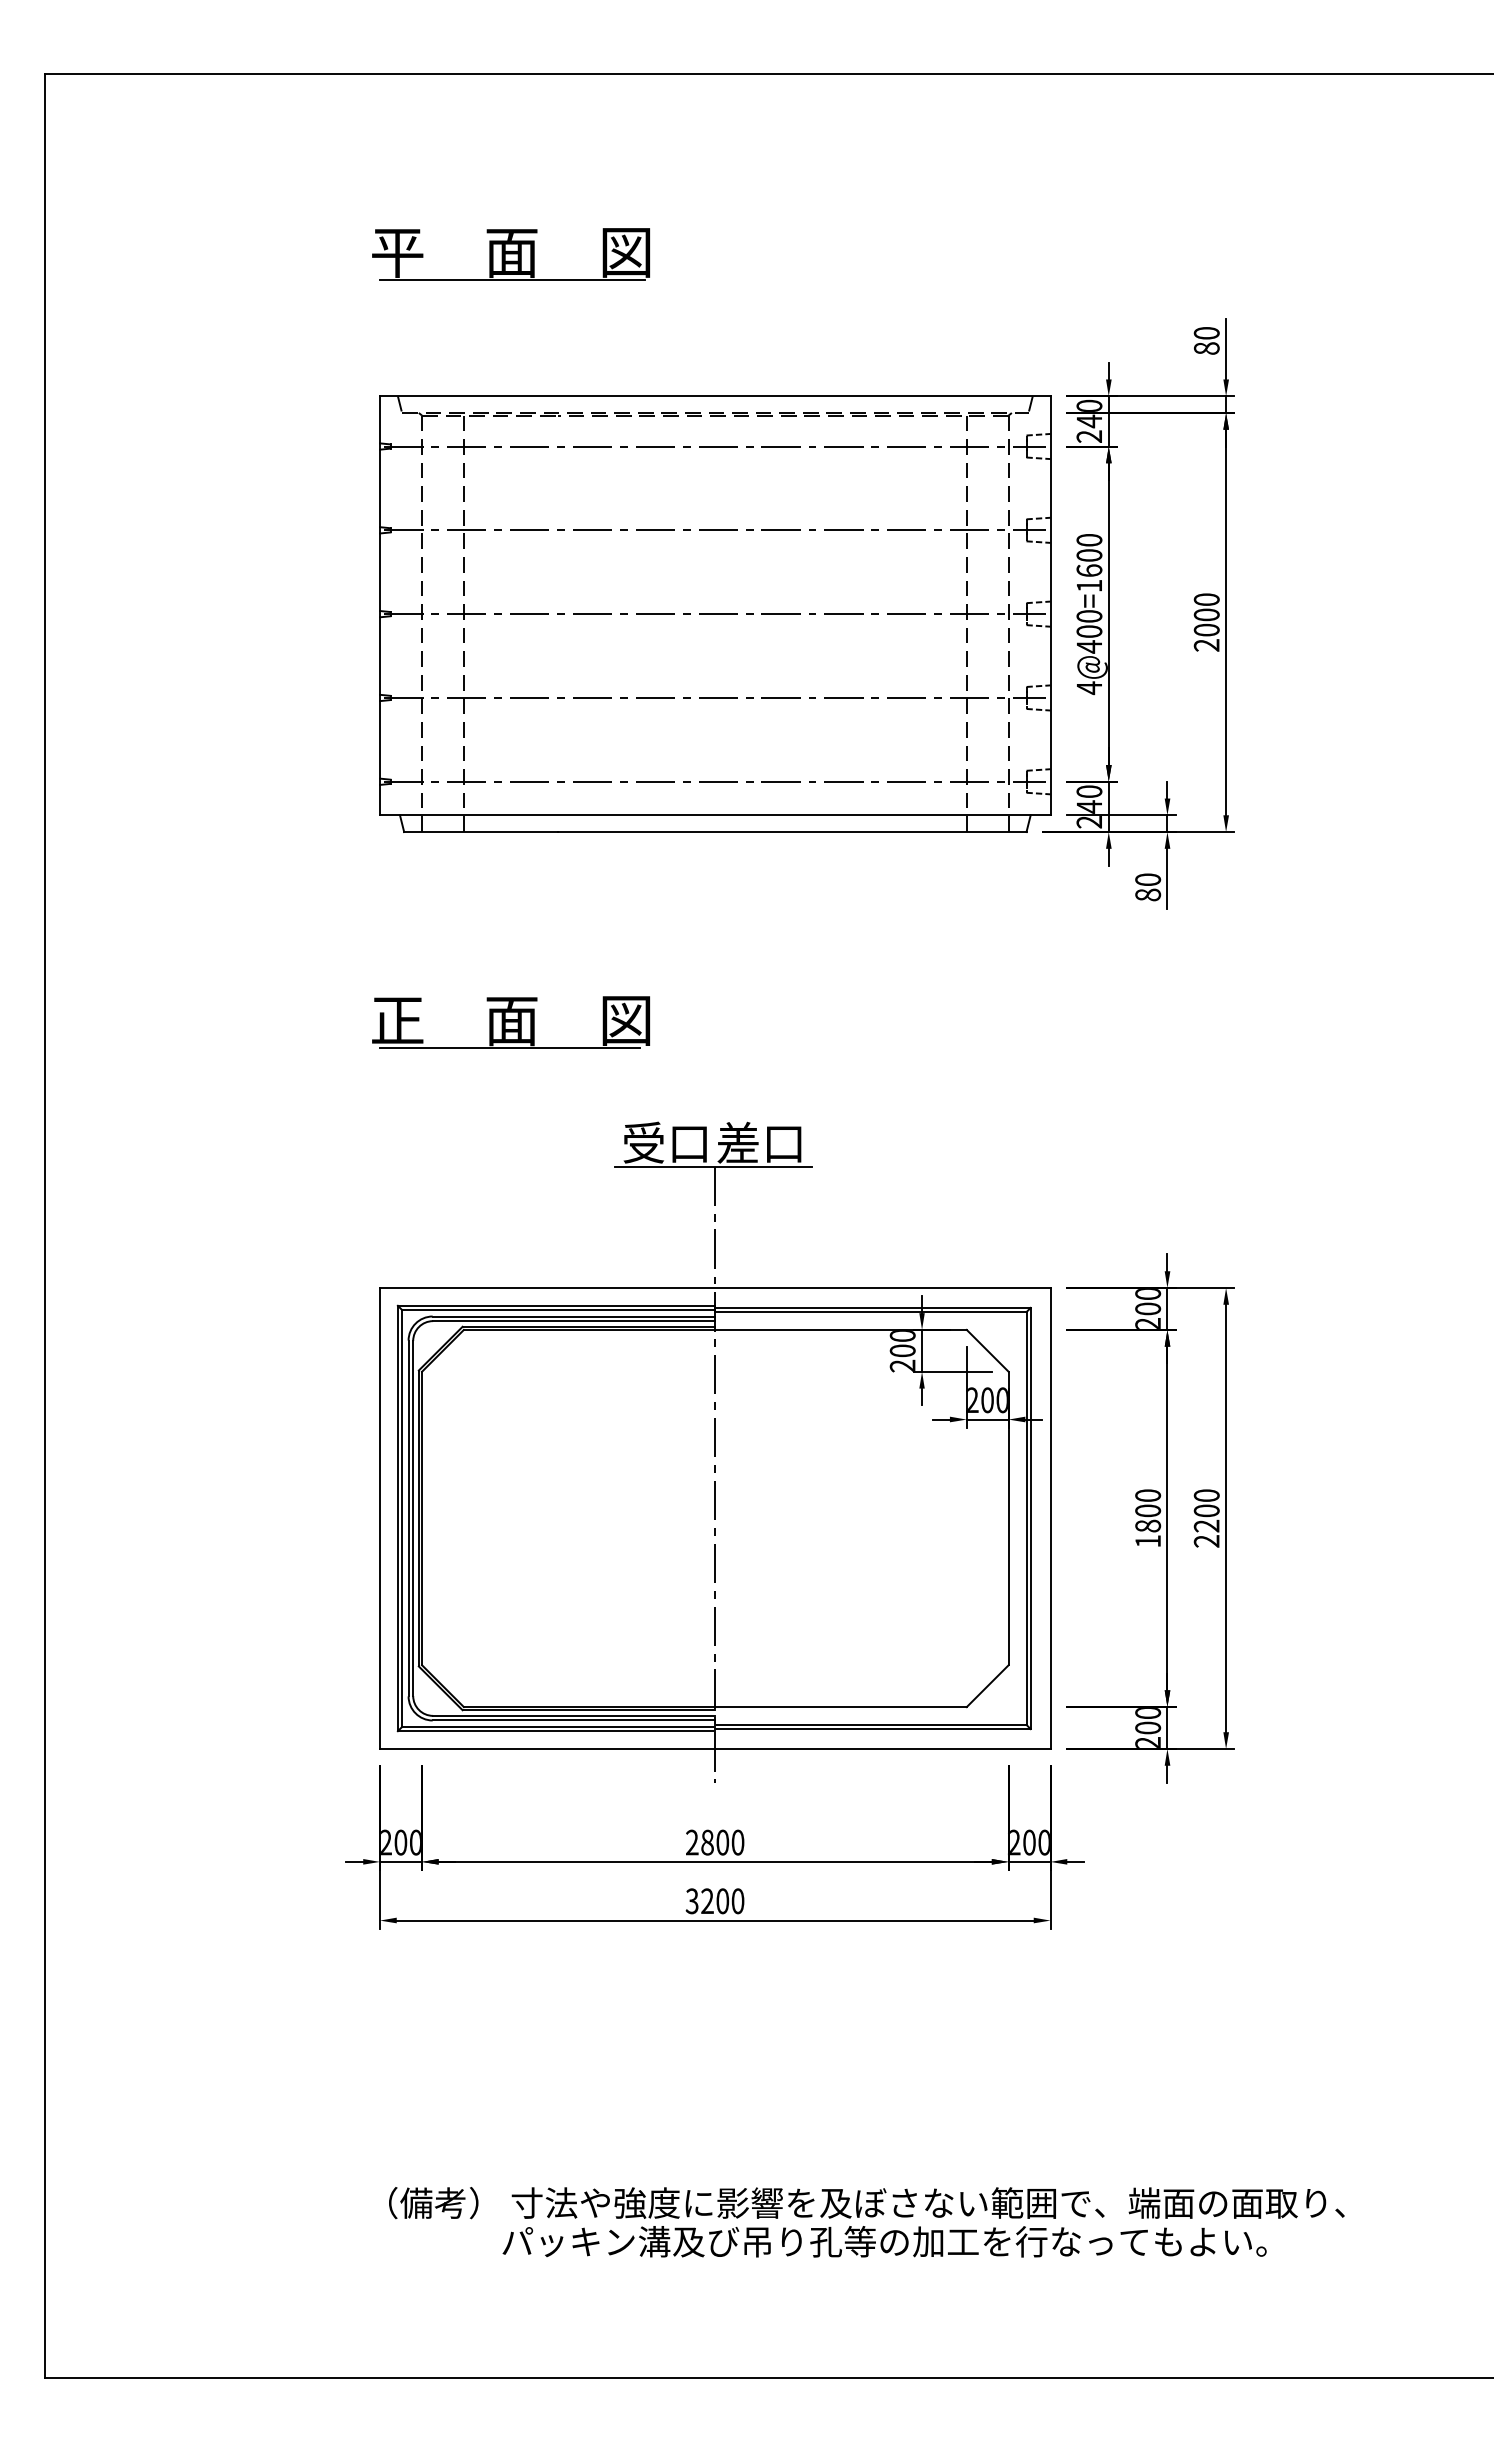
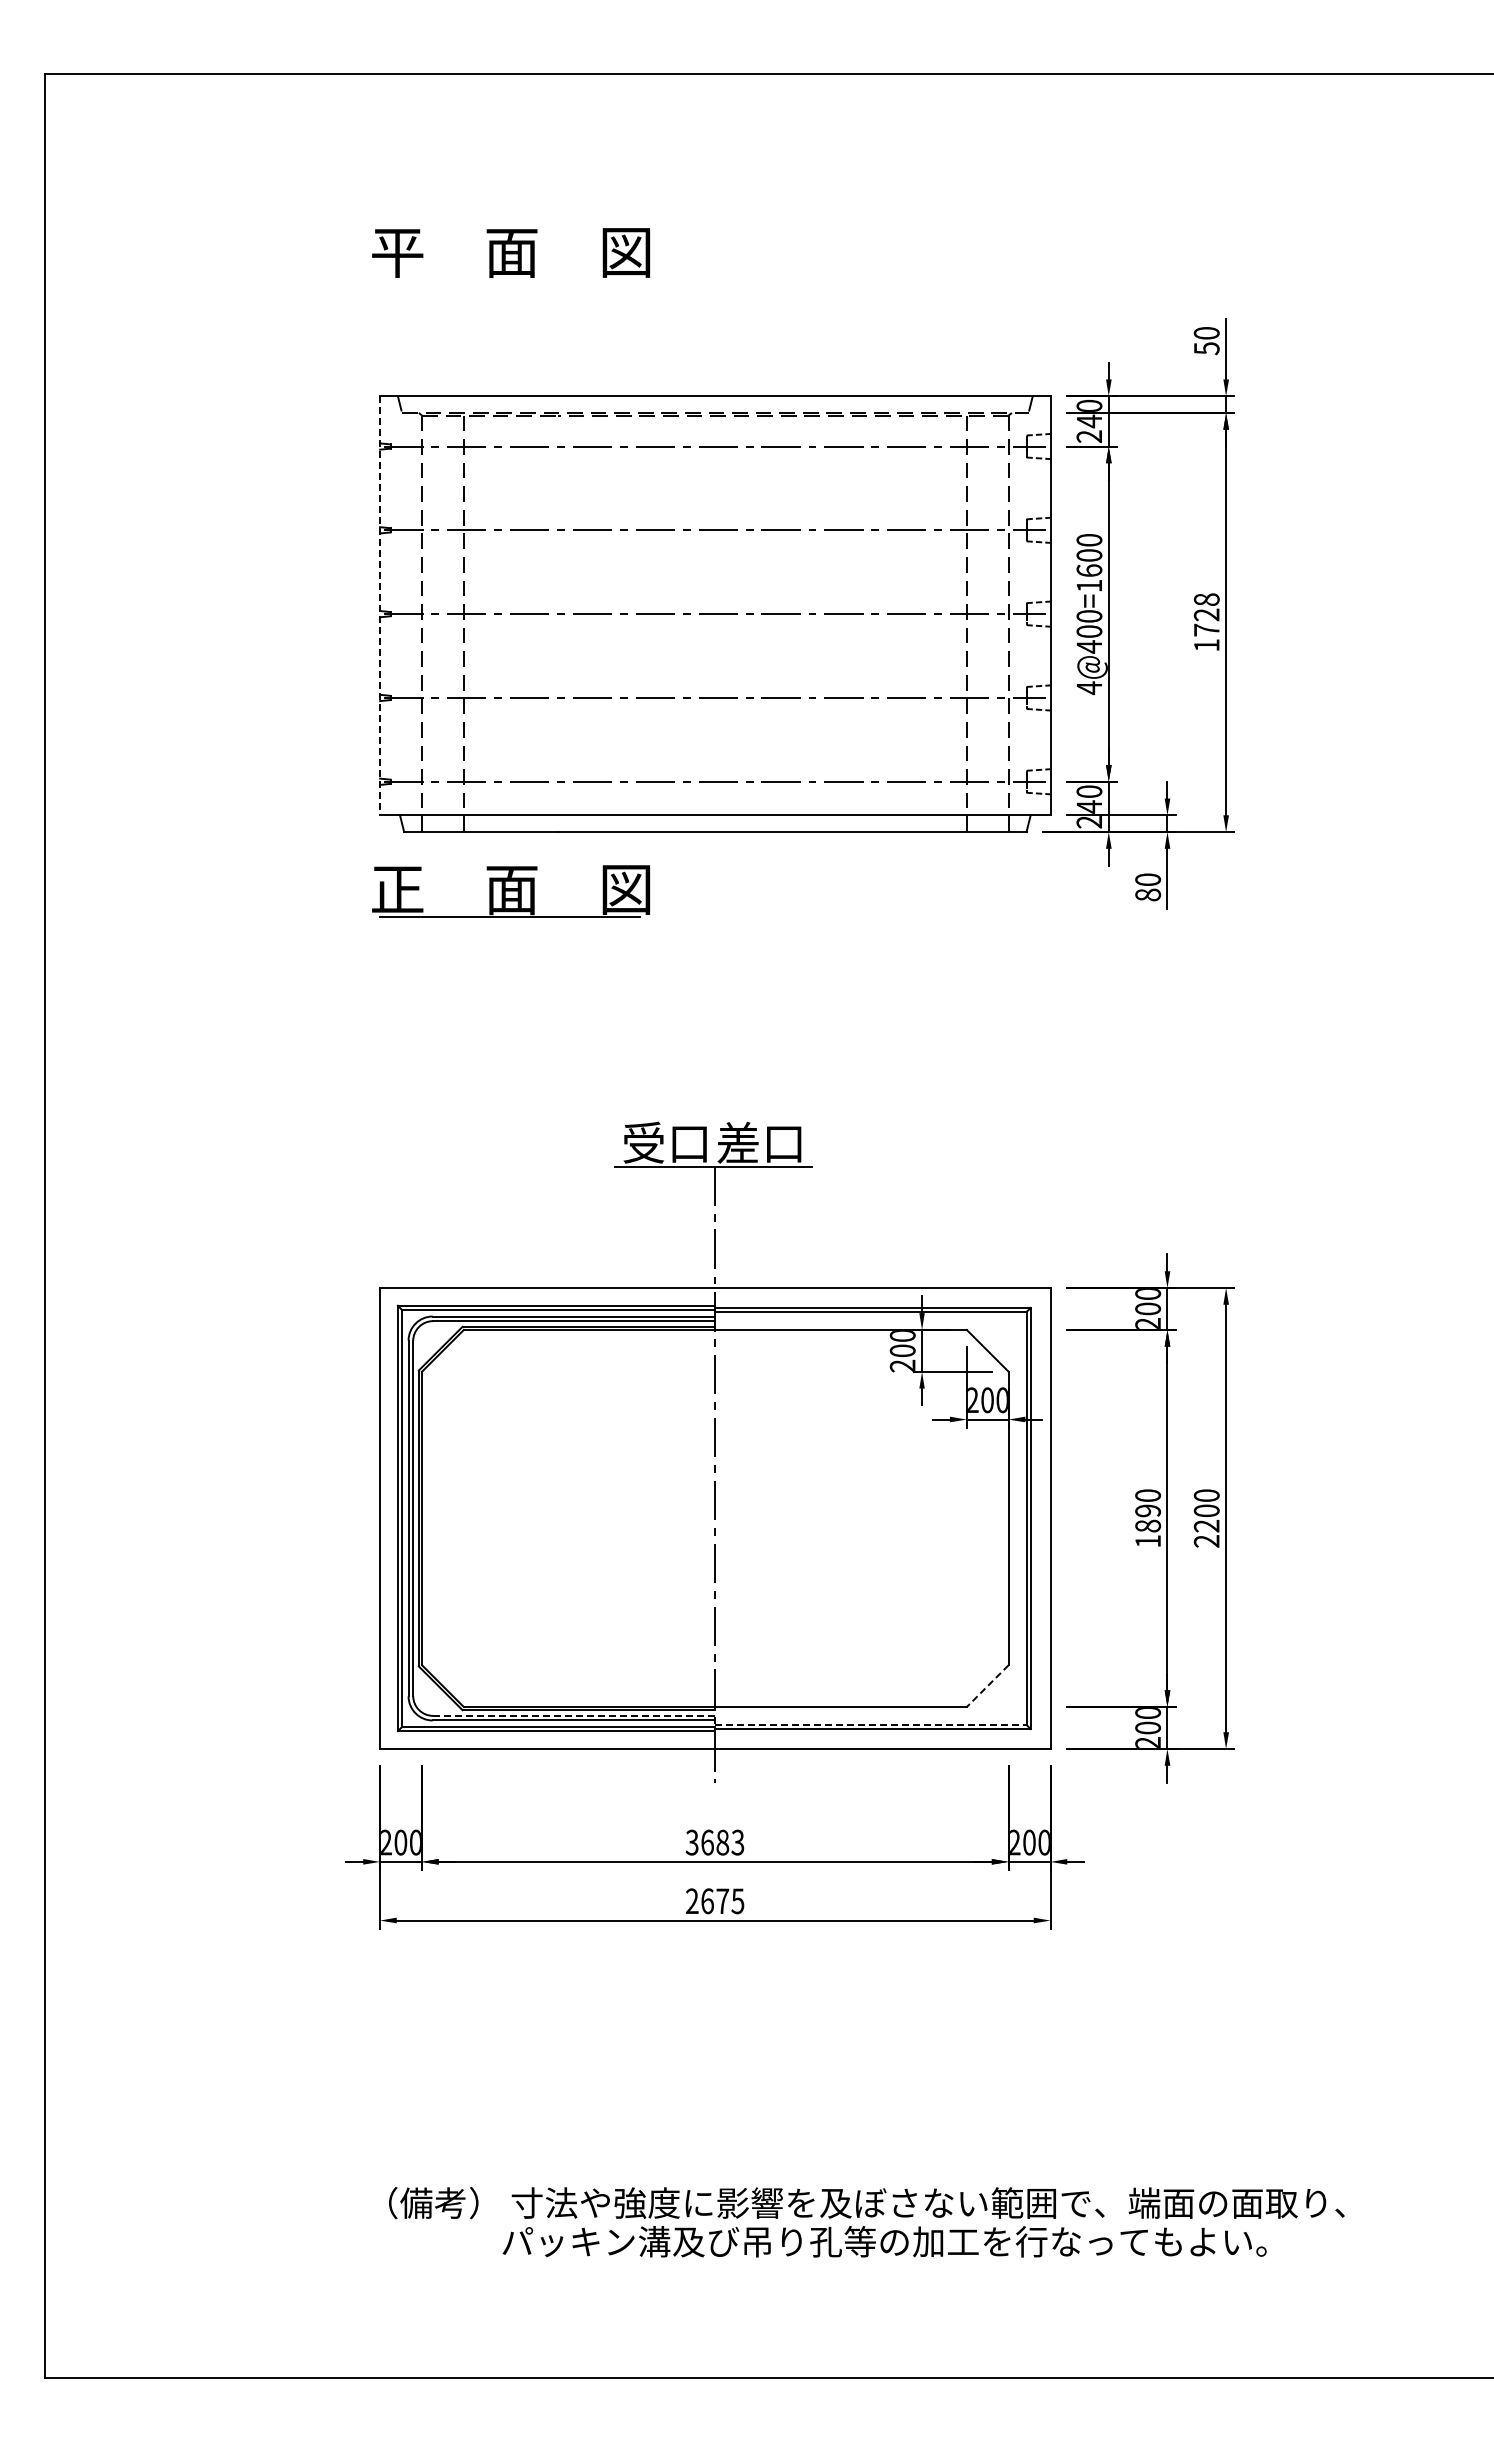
line at (512, 279): present -> none
text at (1206, 348): 80 -> 50
line at (380, 605): solid -> dashed
text at (1206, 622): 2000 -> 1728
part at (510, 1022) position: (510, 1022) -> (510, 891)
text at (1148, 1510): 1800 -> 1890
line at (987, 1686): solid -> dashed
line at (574, 1715): solid -> dashed
line at (870, 1724): solid -> dashed
text at (714, 1842): 2800 -> 3683
text at (714, 1901): 3200 -> 2675
